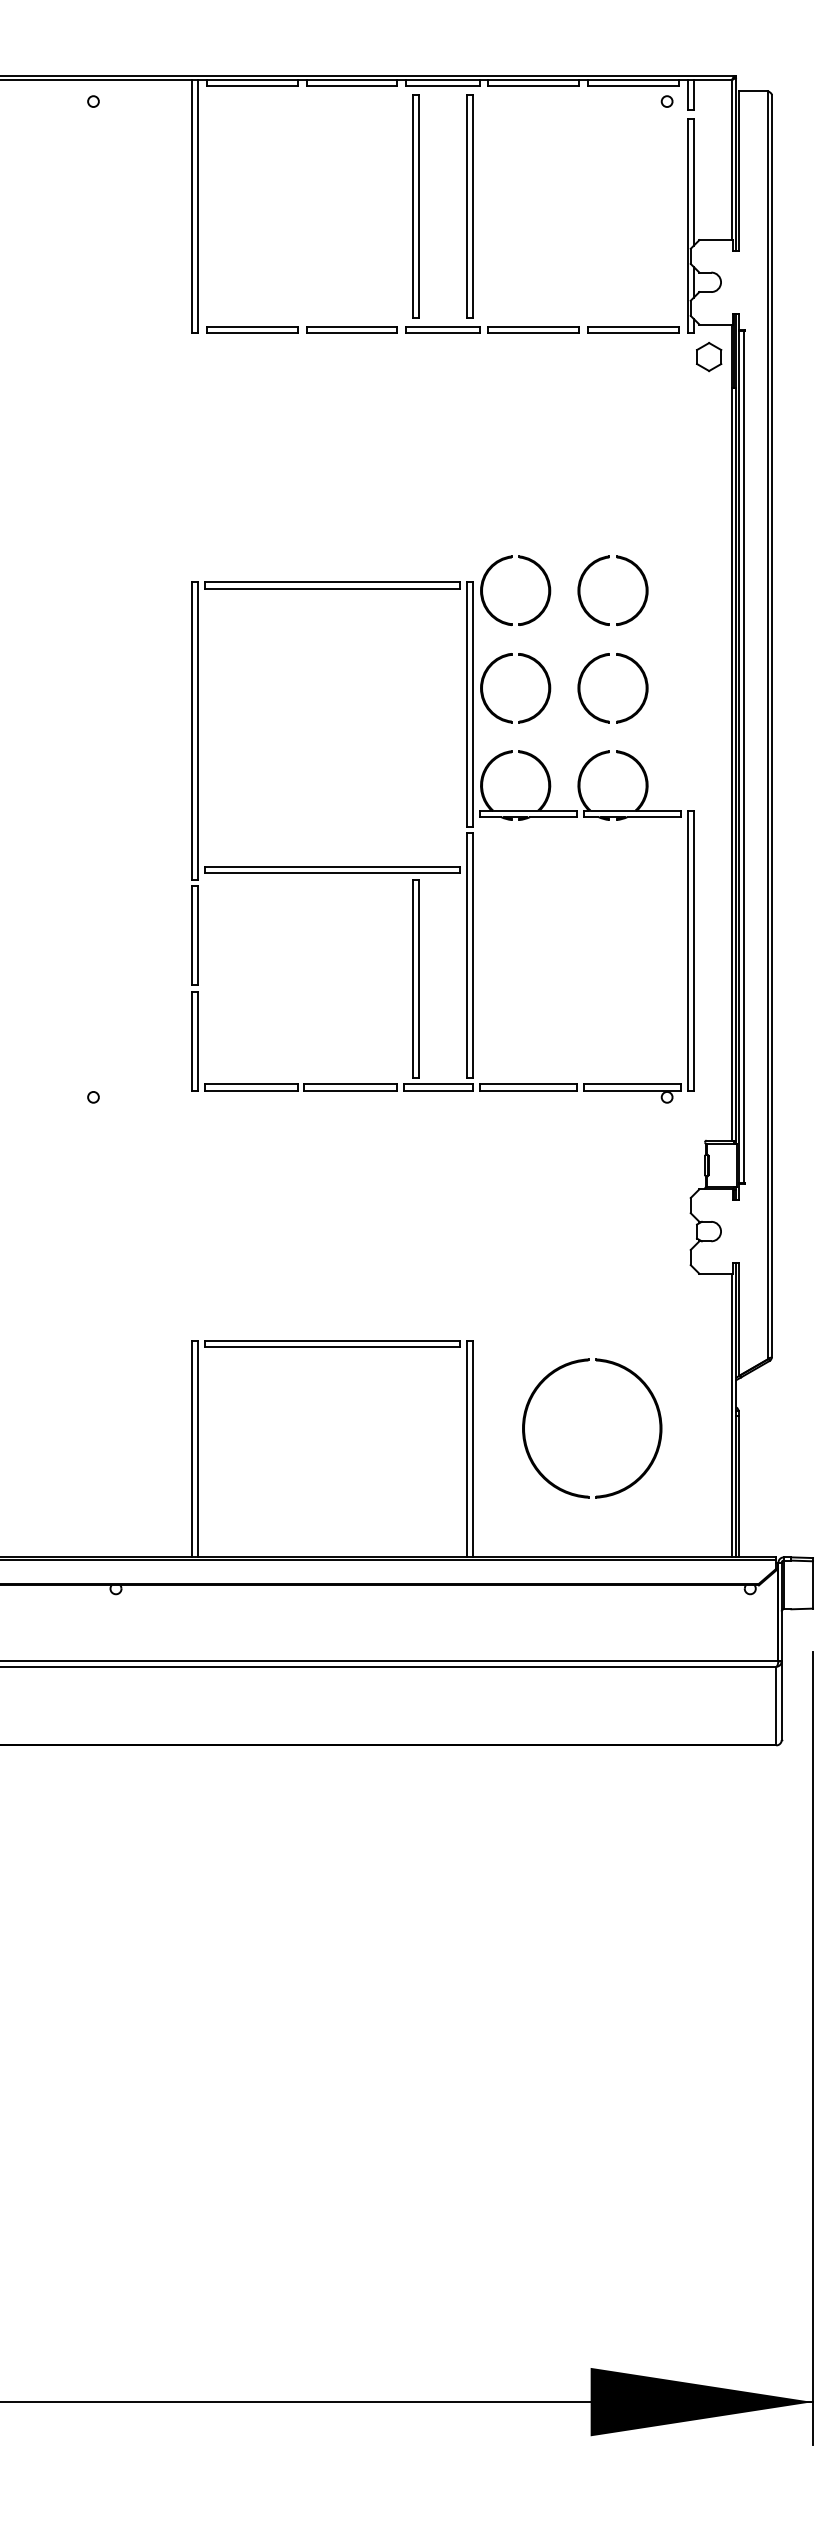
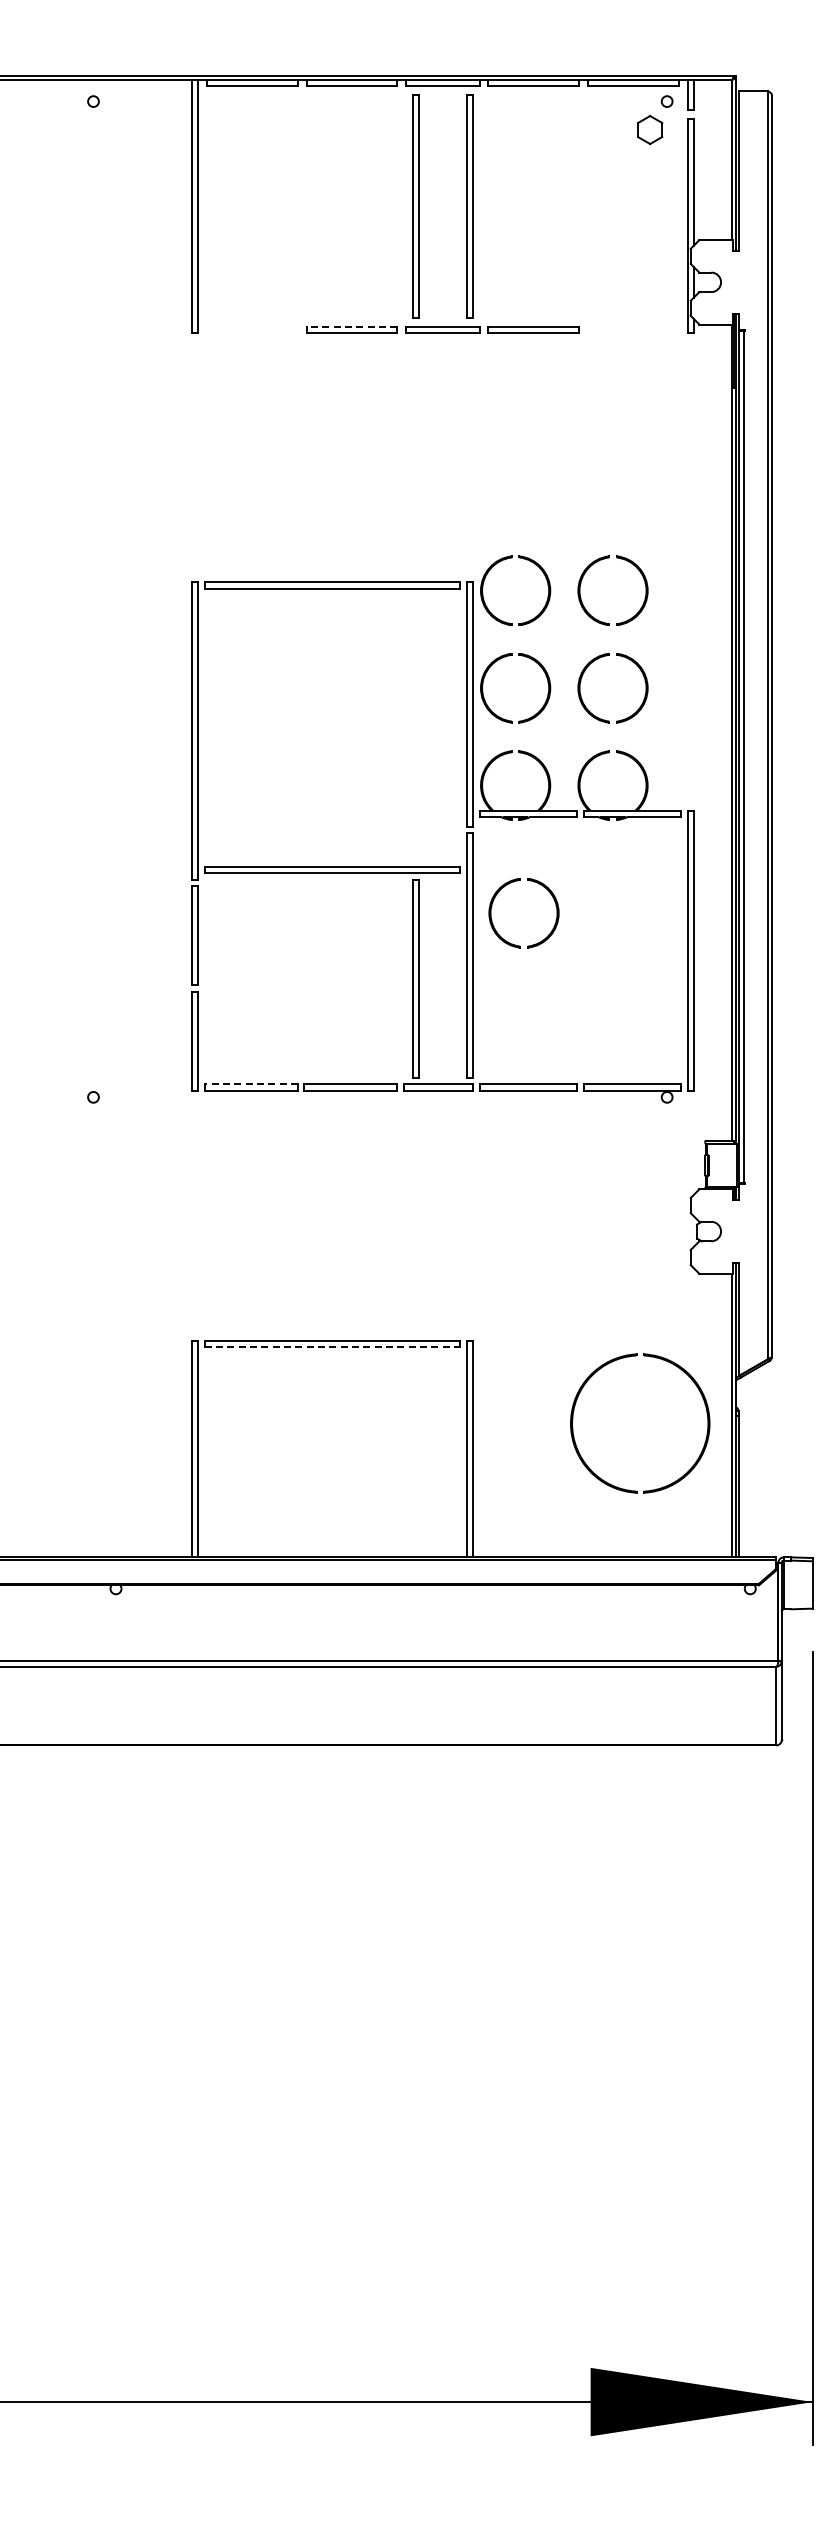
line at (351, 326): solid -> dashed
part at (252, 329): present -> none
part at (633, 329): present -> none
part at (709, 357) position: (709, 357) -> (650, 130)
part at (492, 919): none -> present
line at (251, 1084): solid -> dashed
line at (332, 1347): solid -> dashed
part at (658, 1419) position: (658, 1419) -> (706, 1414)
